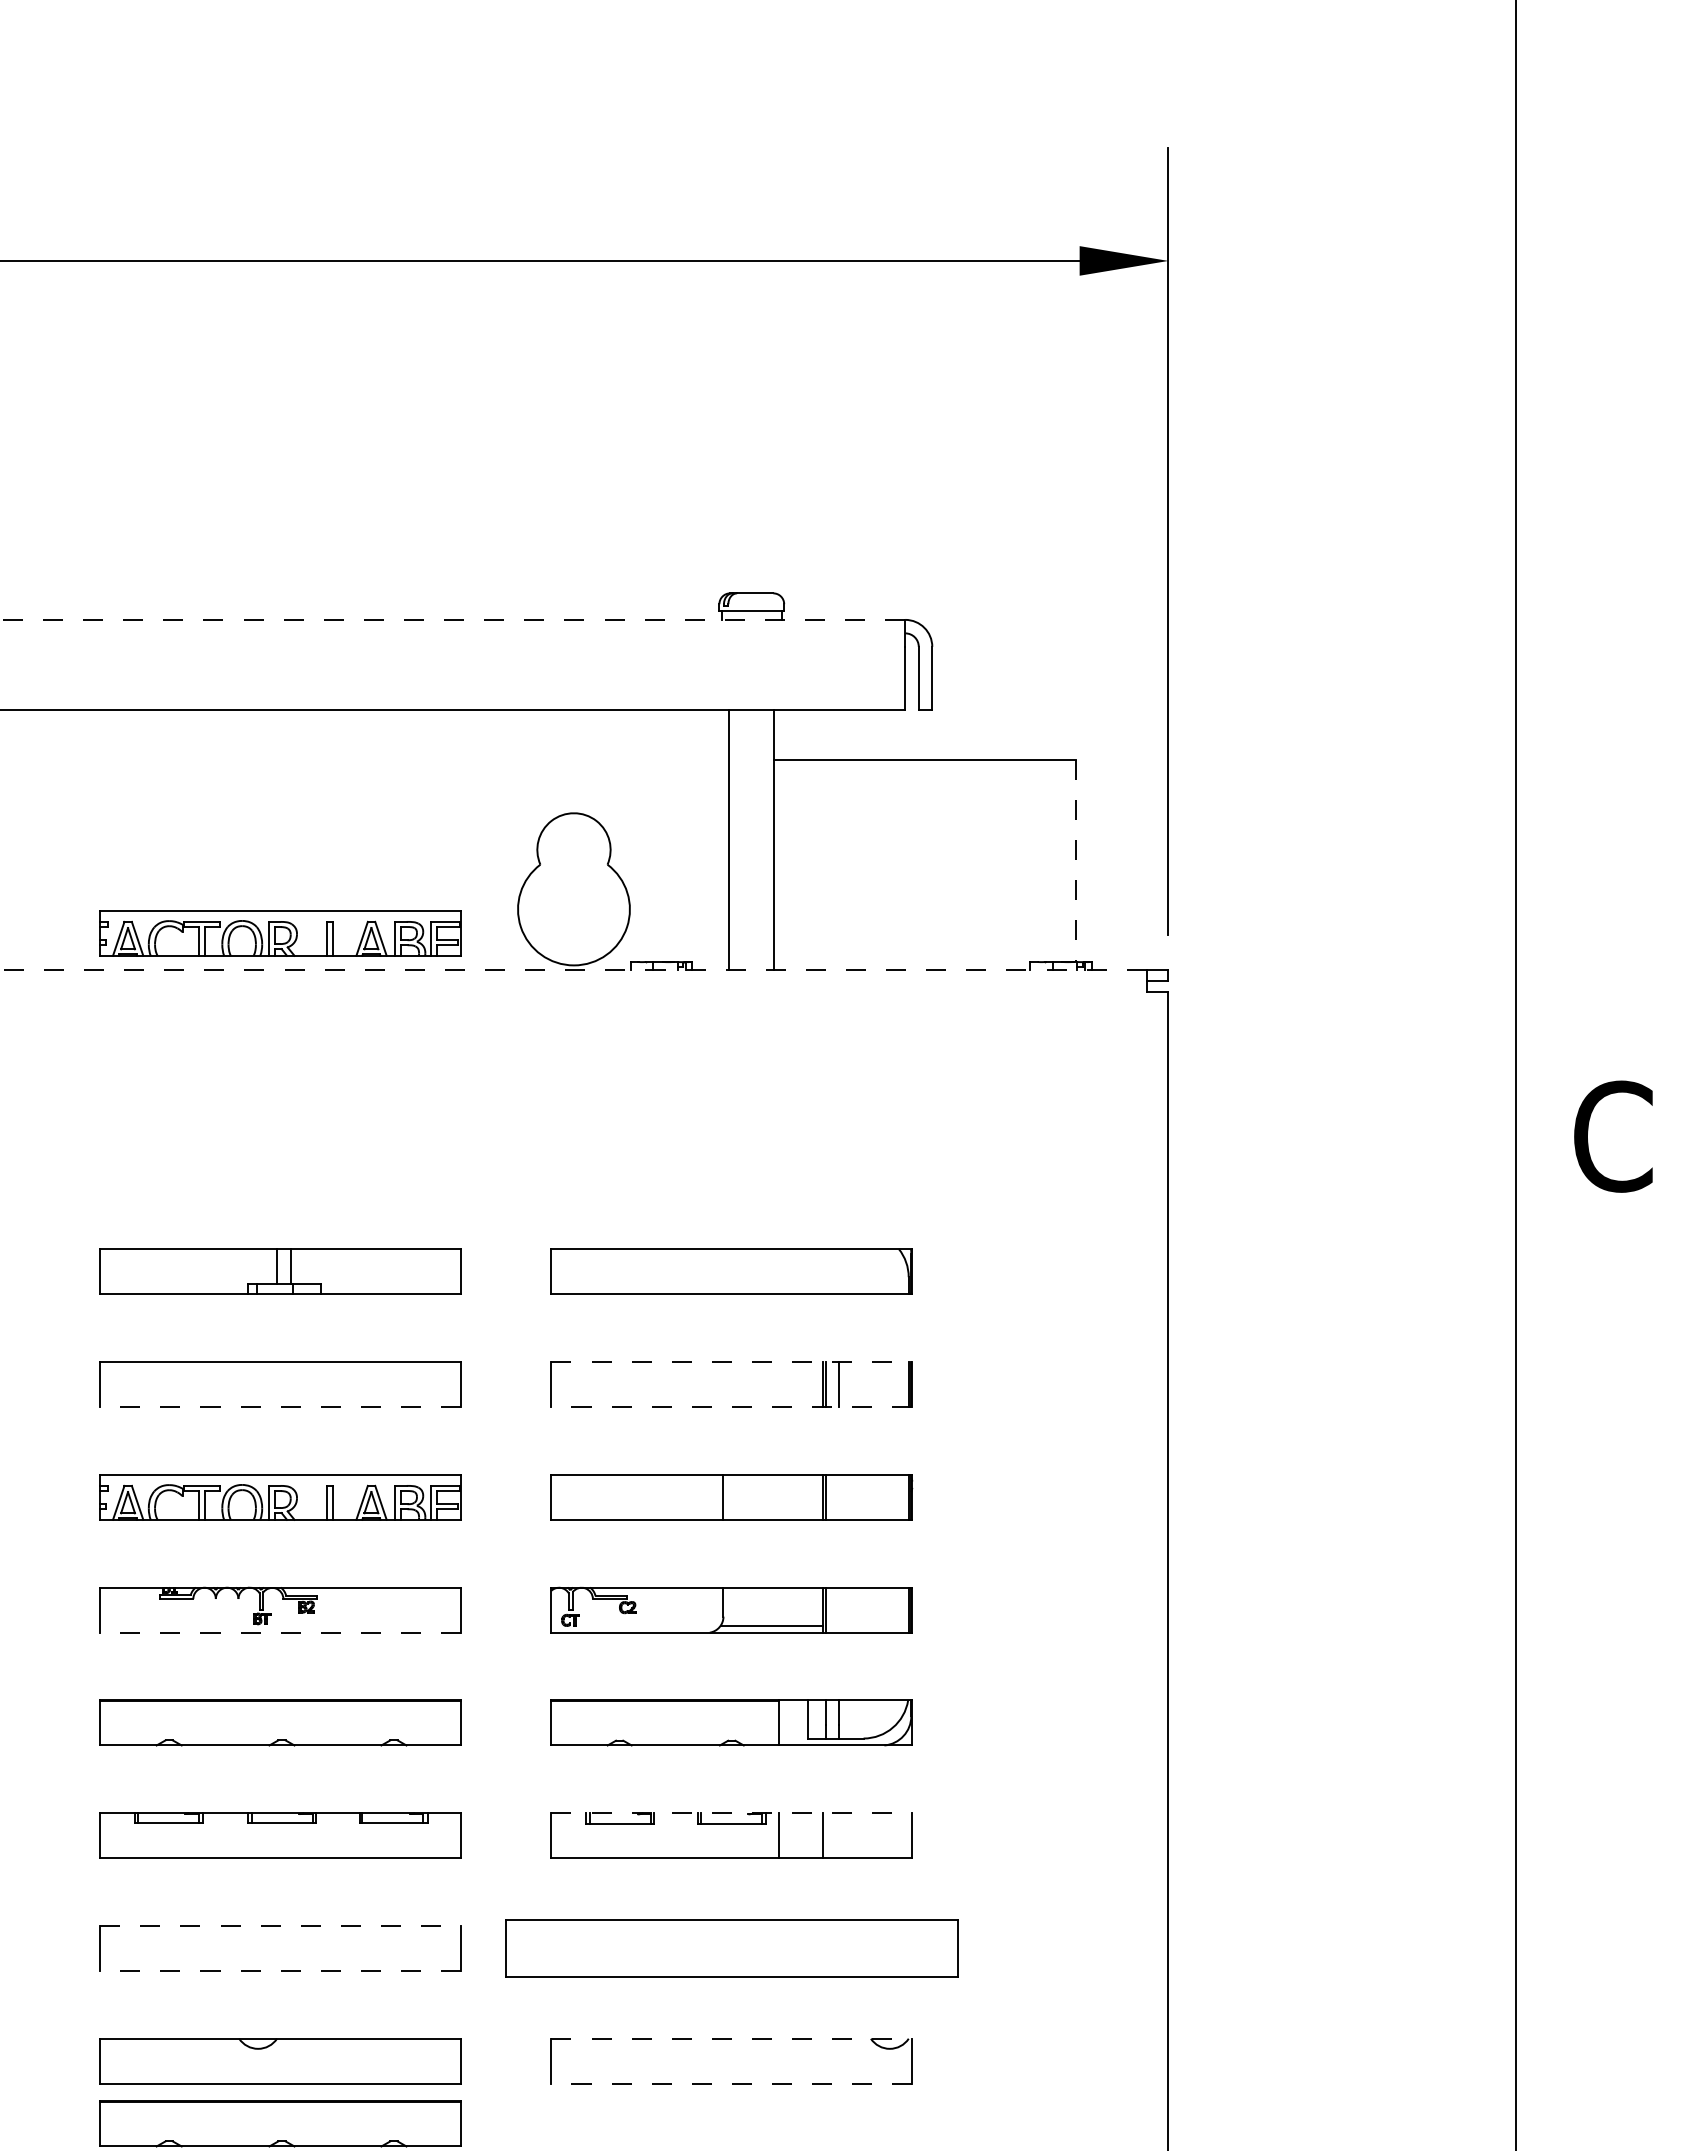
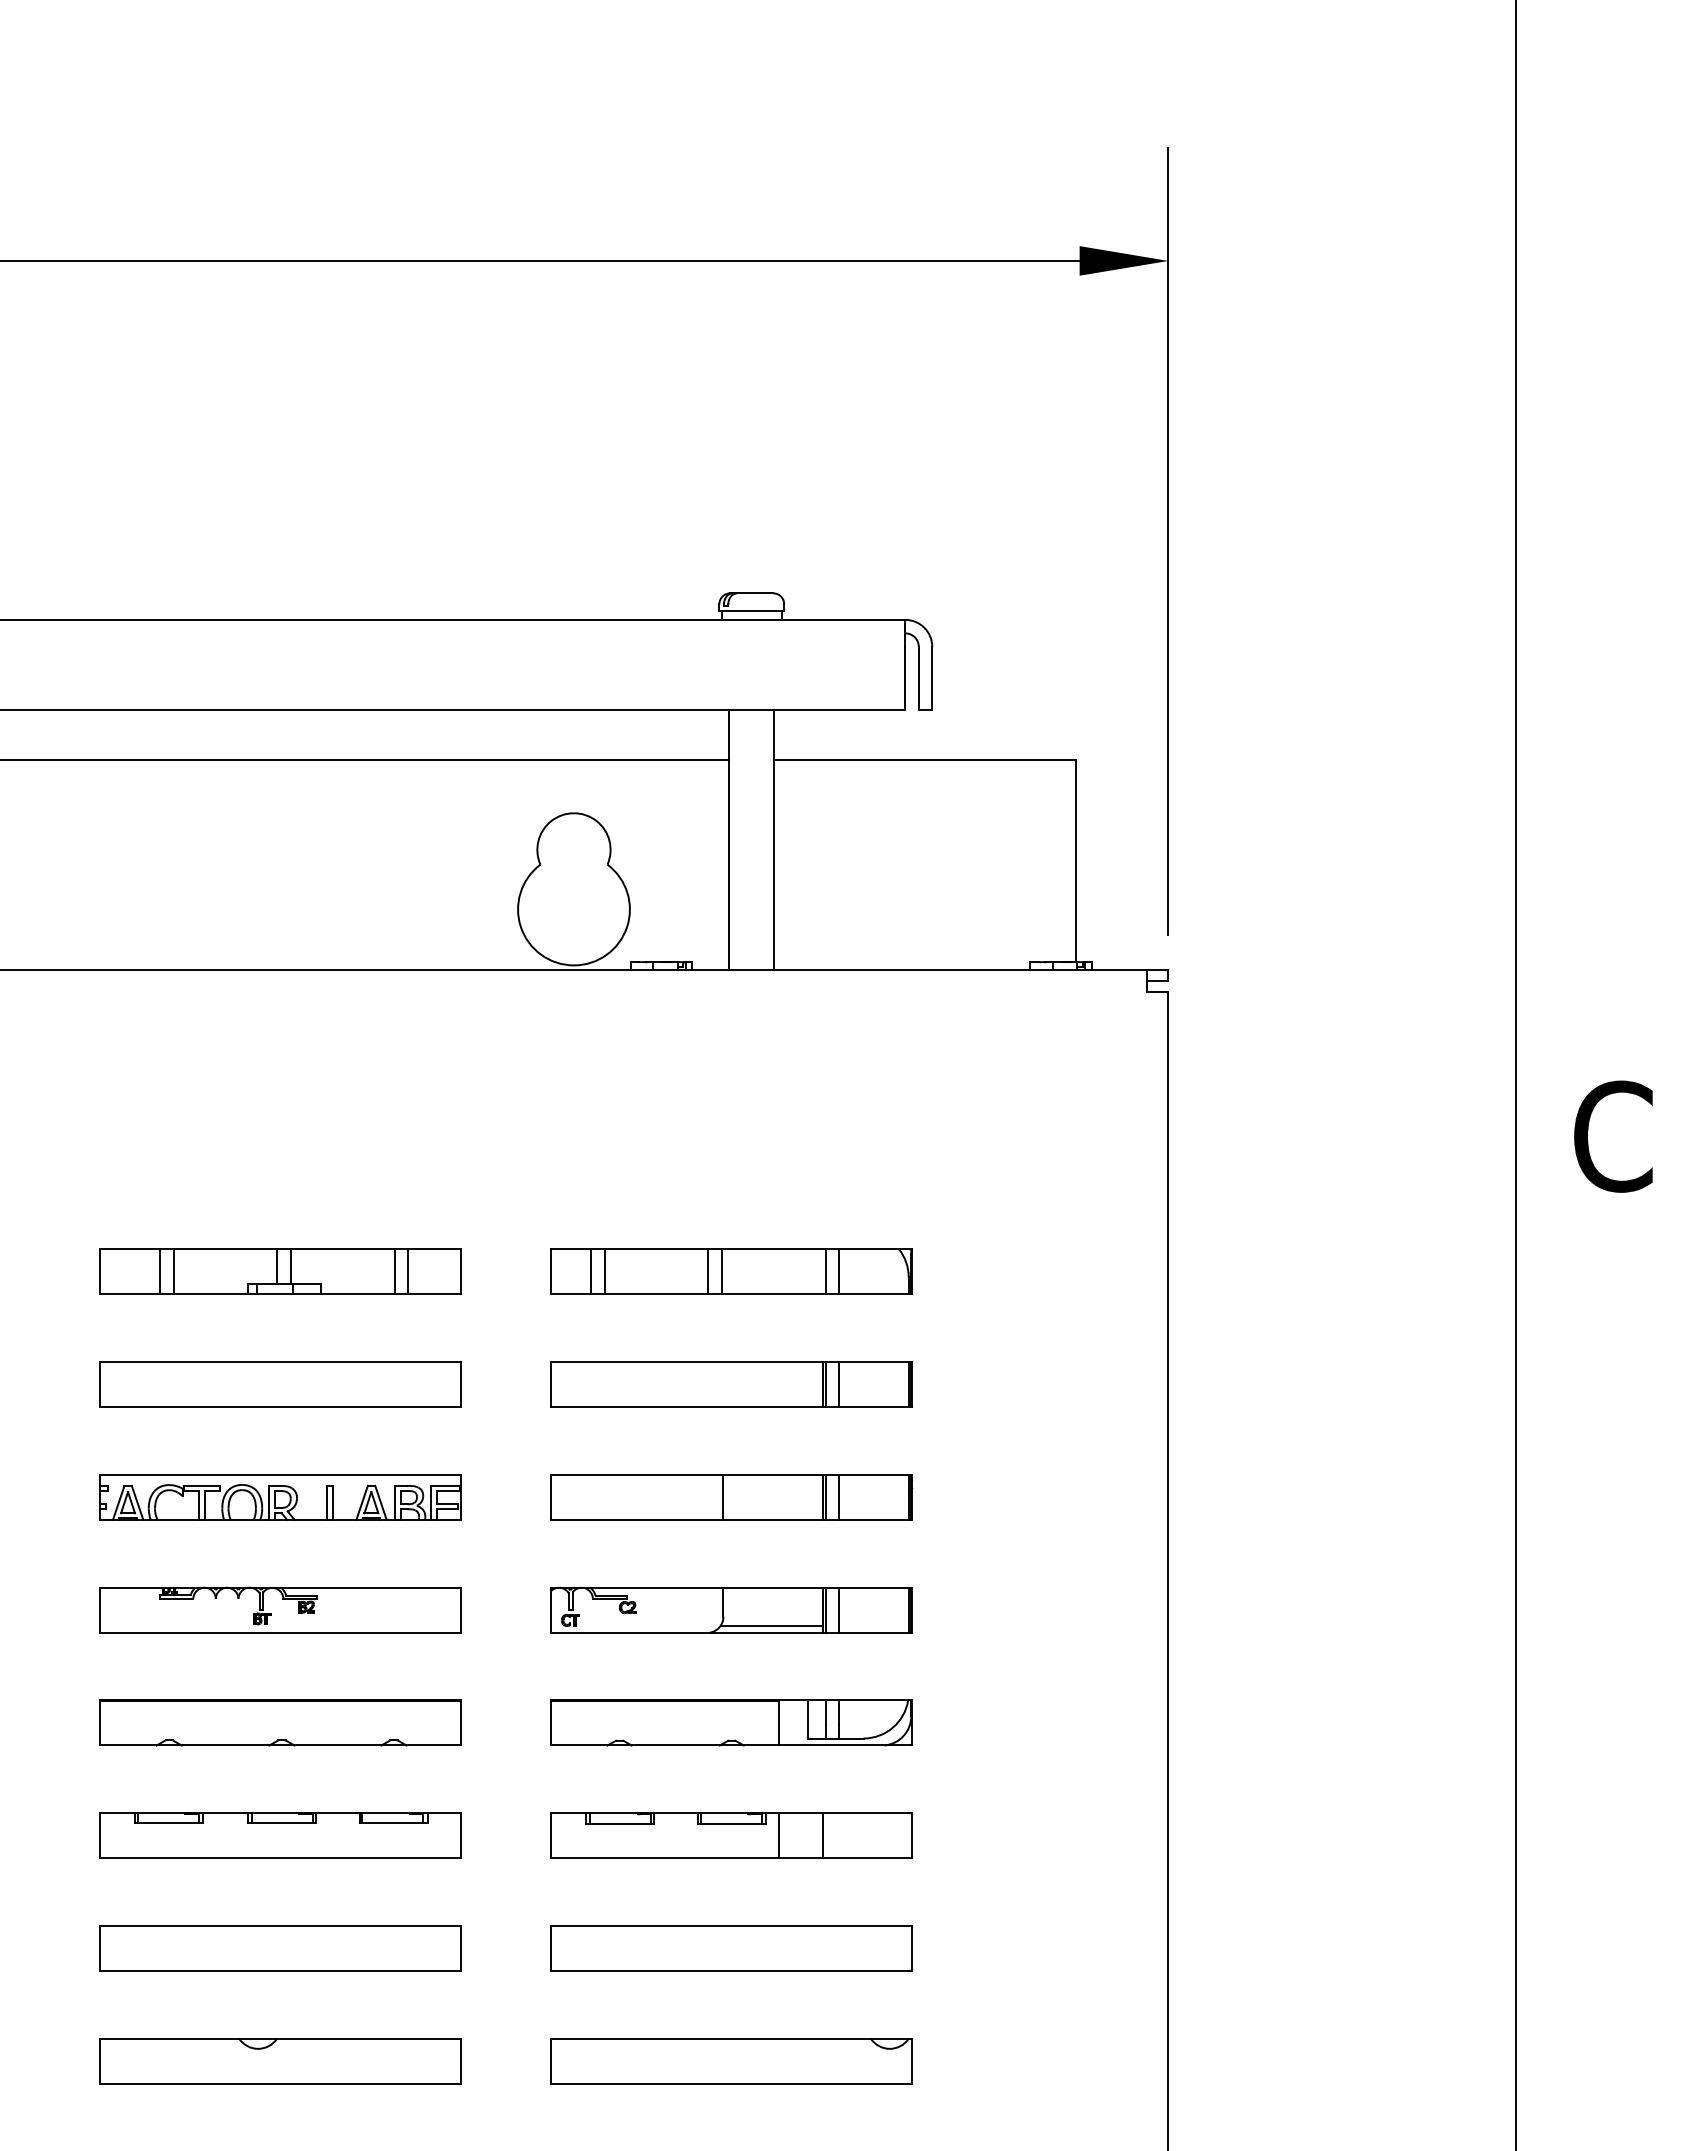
line at (452, 619): dashed -> solid
line at (365, 759): none -> present
line at (1076, 861): dashed -> solid
part at (280, 933): present -> none
line at (572, 970): dashed -> solid
line at (160, 1271): none -> present
line at (173, 1271): none -> present
line at (394, 1271): none -> present
line at (408, 1271): none -> present
line at (591, 1271): none -> present
line at (604, 1271): none -> present
line at (708, 1271): none -> present
line at (721, 1271): none -> present
line at (825, 1271): none -> present
line at (839, 1271): none -> present
line at (732, 1361): dashed -> solid
line at (280, 1407): dashed -> solid
line at (731, 1407): dashed -> solid
line at (839, 1496): none -> present
line at (839, 1609): none -> present
line at (280, 1632): dashed -> solid
line at (732, 1813): dashed -> solid
line at (281, 1925): dashed -> solid
part at (731, 1948) size: 454x59 px -> 363x47 px
line at (280, 1971): dashed -> solid
line at (732, 2038): dashed -> solid
line at (731, 2083): dashed -> solid
part at (280, 2123): present -> none
